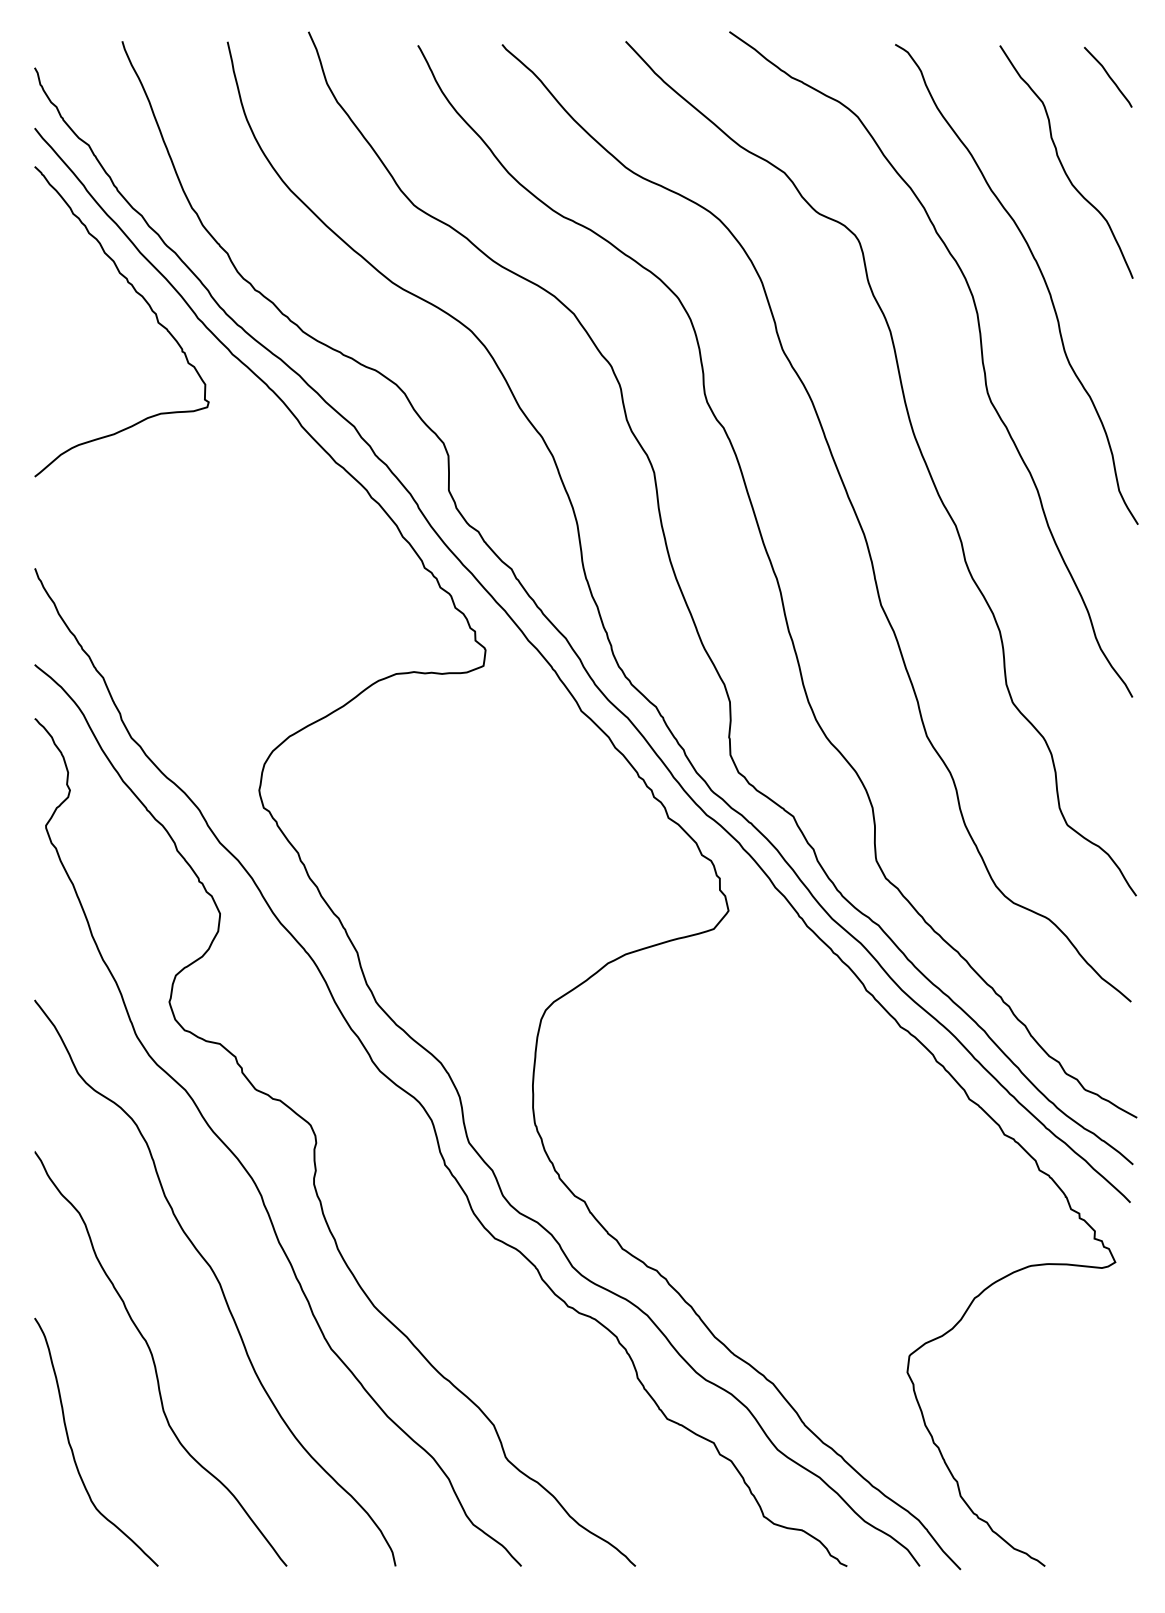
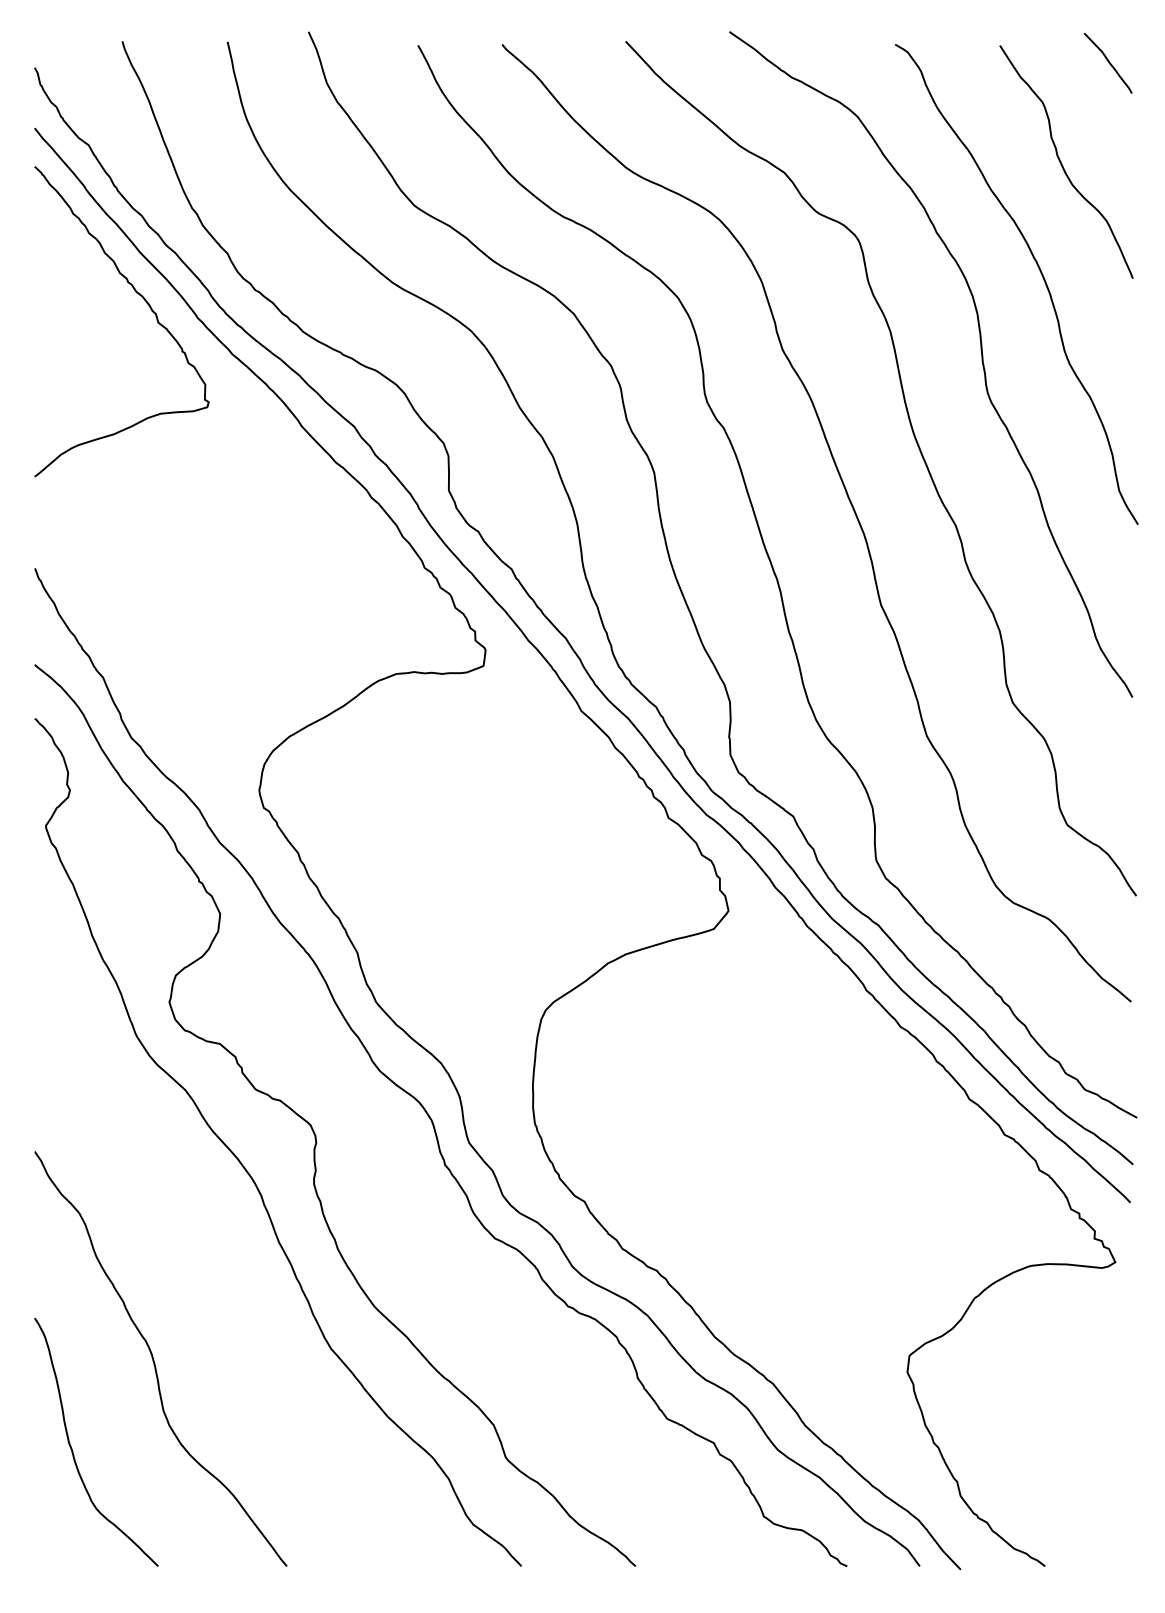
curve at (1108, 77) position: (1108, 77) -> (1108, 63)
curve at (216, 1280): present -> none
